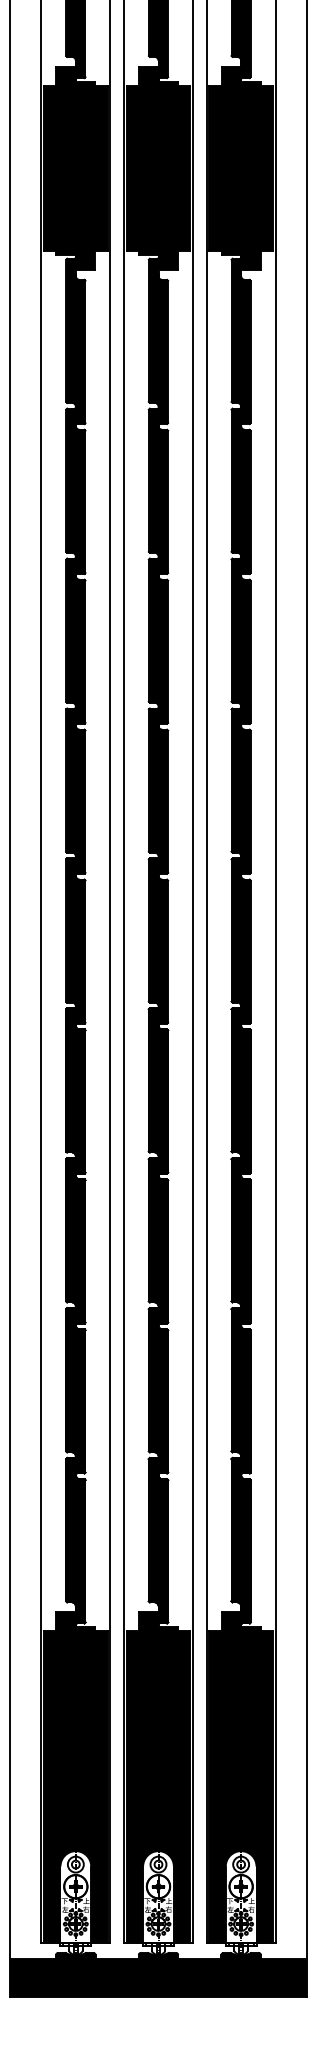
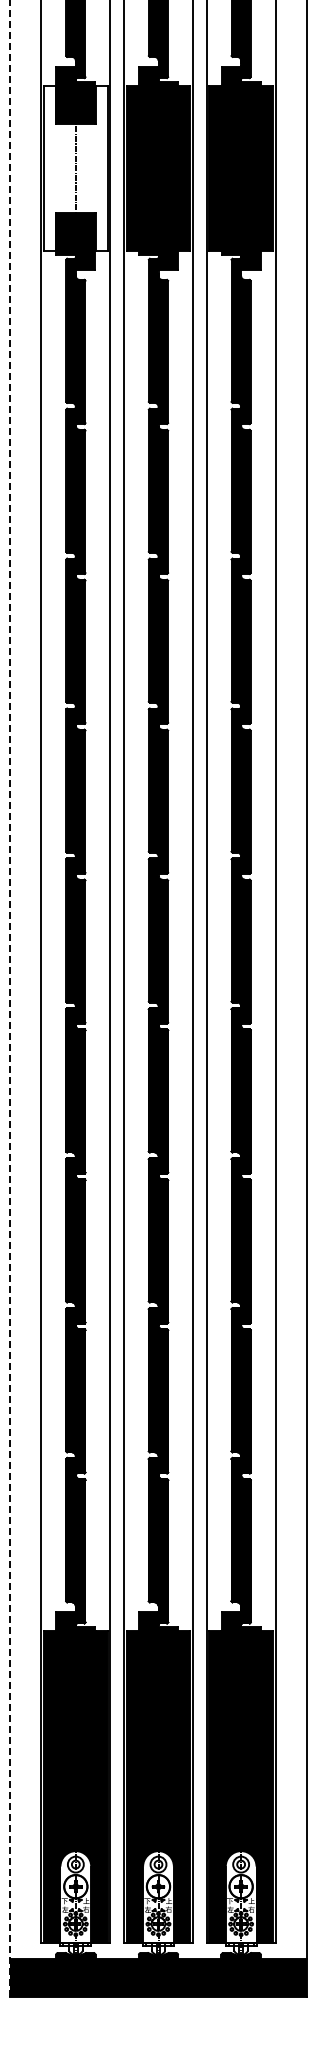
fill at (75, 168): present -> none
line at (9, 998): solid -> dashed
